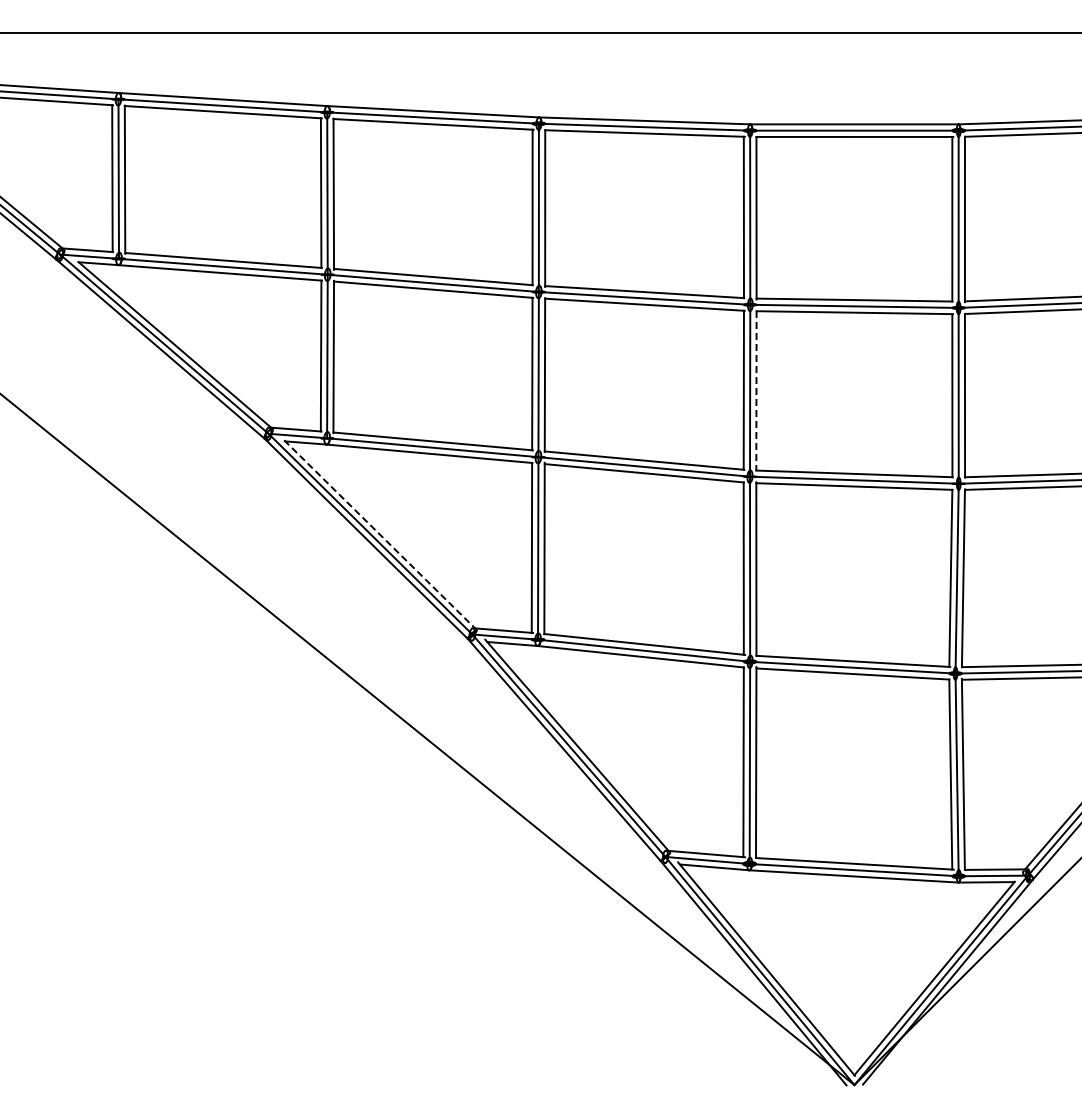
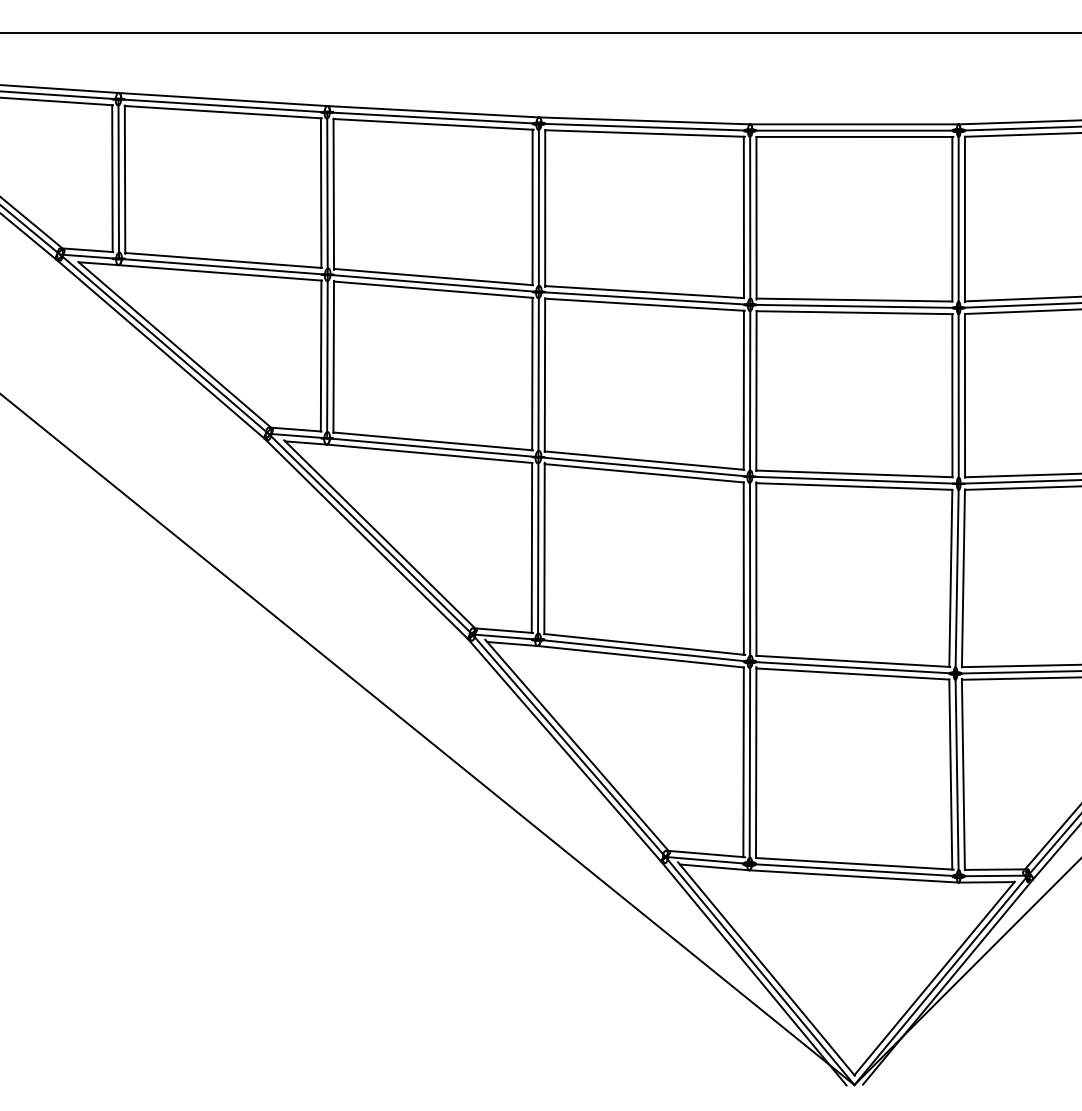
line at (756, 391): dashed -> solid
line at (380, 534): dashed -> solid
